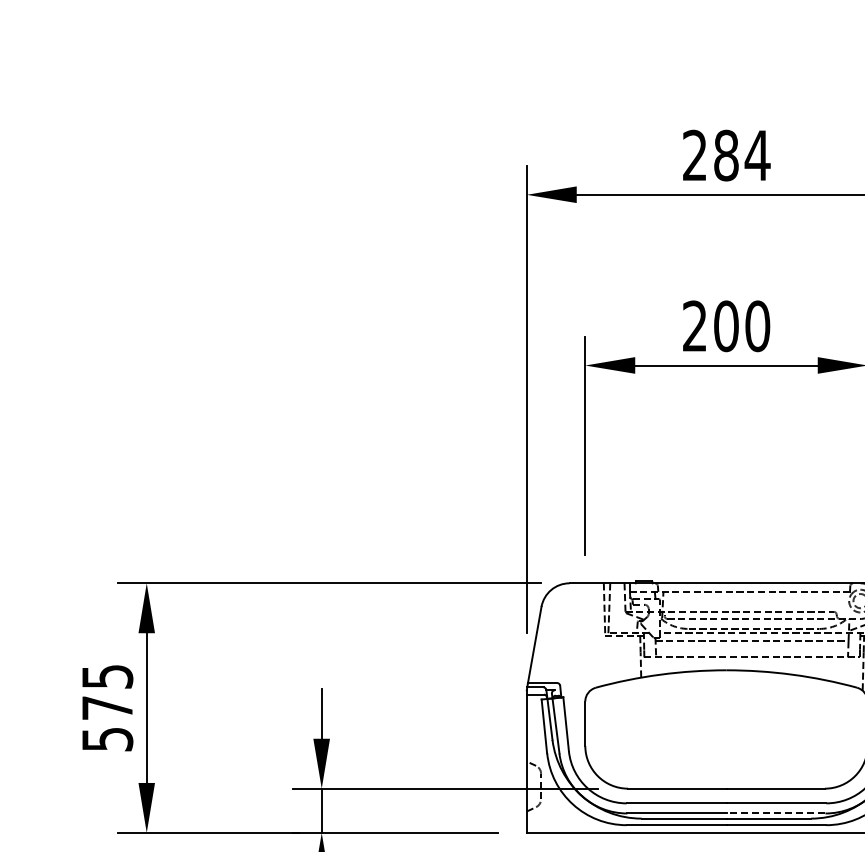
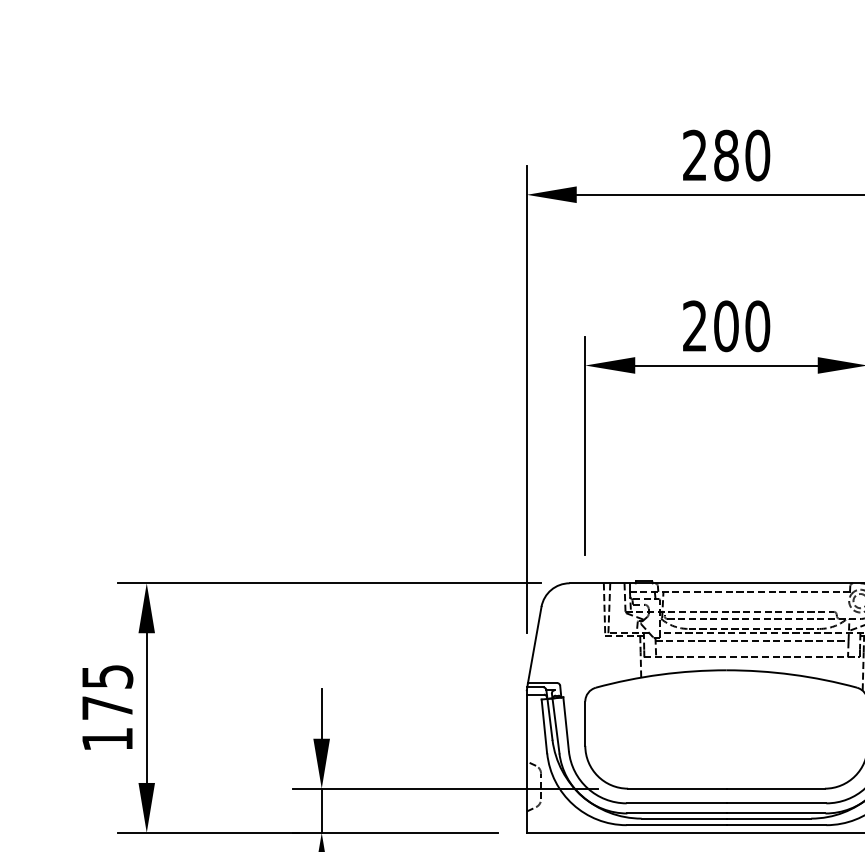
text at (757, 155): 284 -> 280
text at (107, 739): 575 -> 175
line at (775, 813): dashed -> solid
